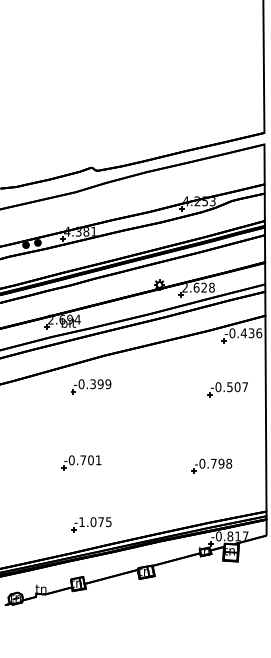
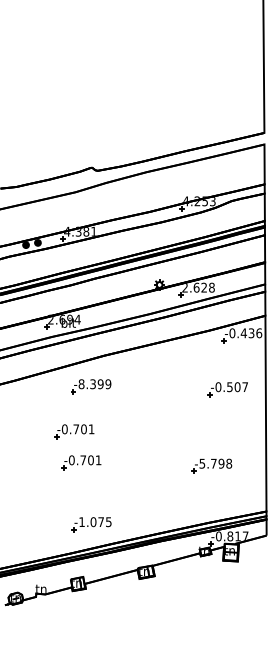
text at (81, 383): -0.399 -> -8.399
part at (74, 431): none -> present
text at (202, 463): -0.798 -> -5.798
